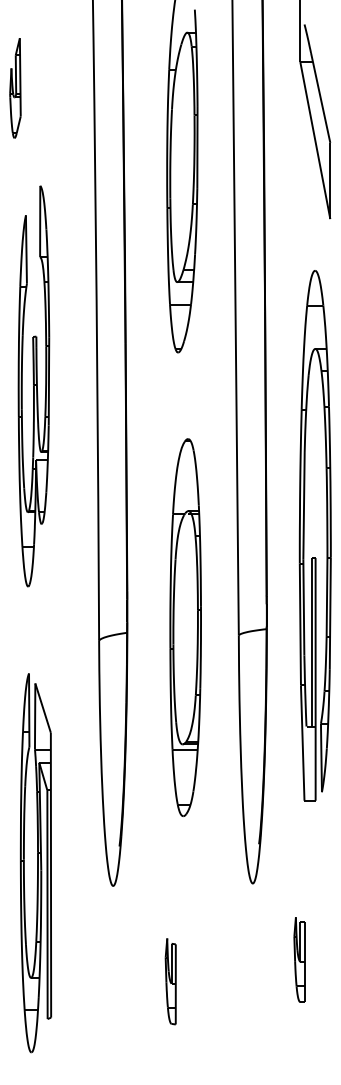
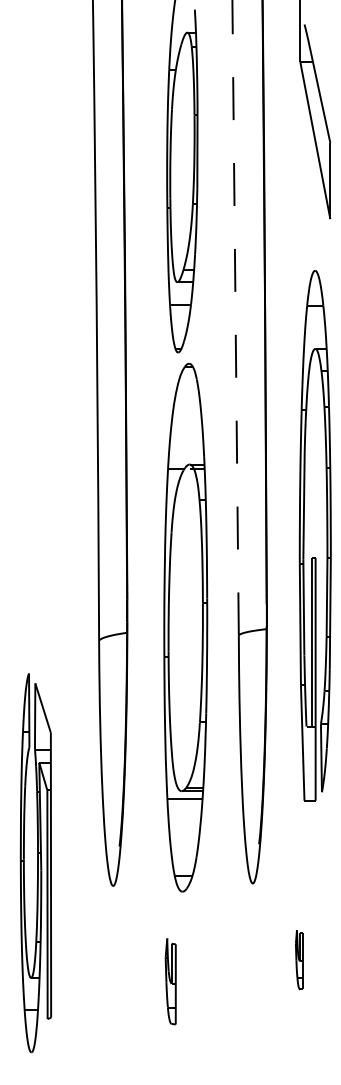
part at (15, 88): present -> none
line at (235, 317): solid -> dashed
part at (33, 386): present -> none
part at (185, 627) size: 33x379 px -> 46x531 px
part at (299, 959) size: 13x86 px -> 9x61 px
